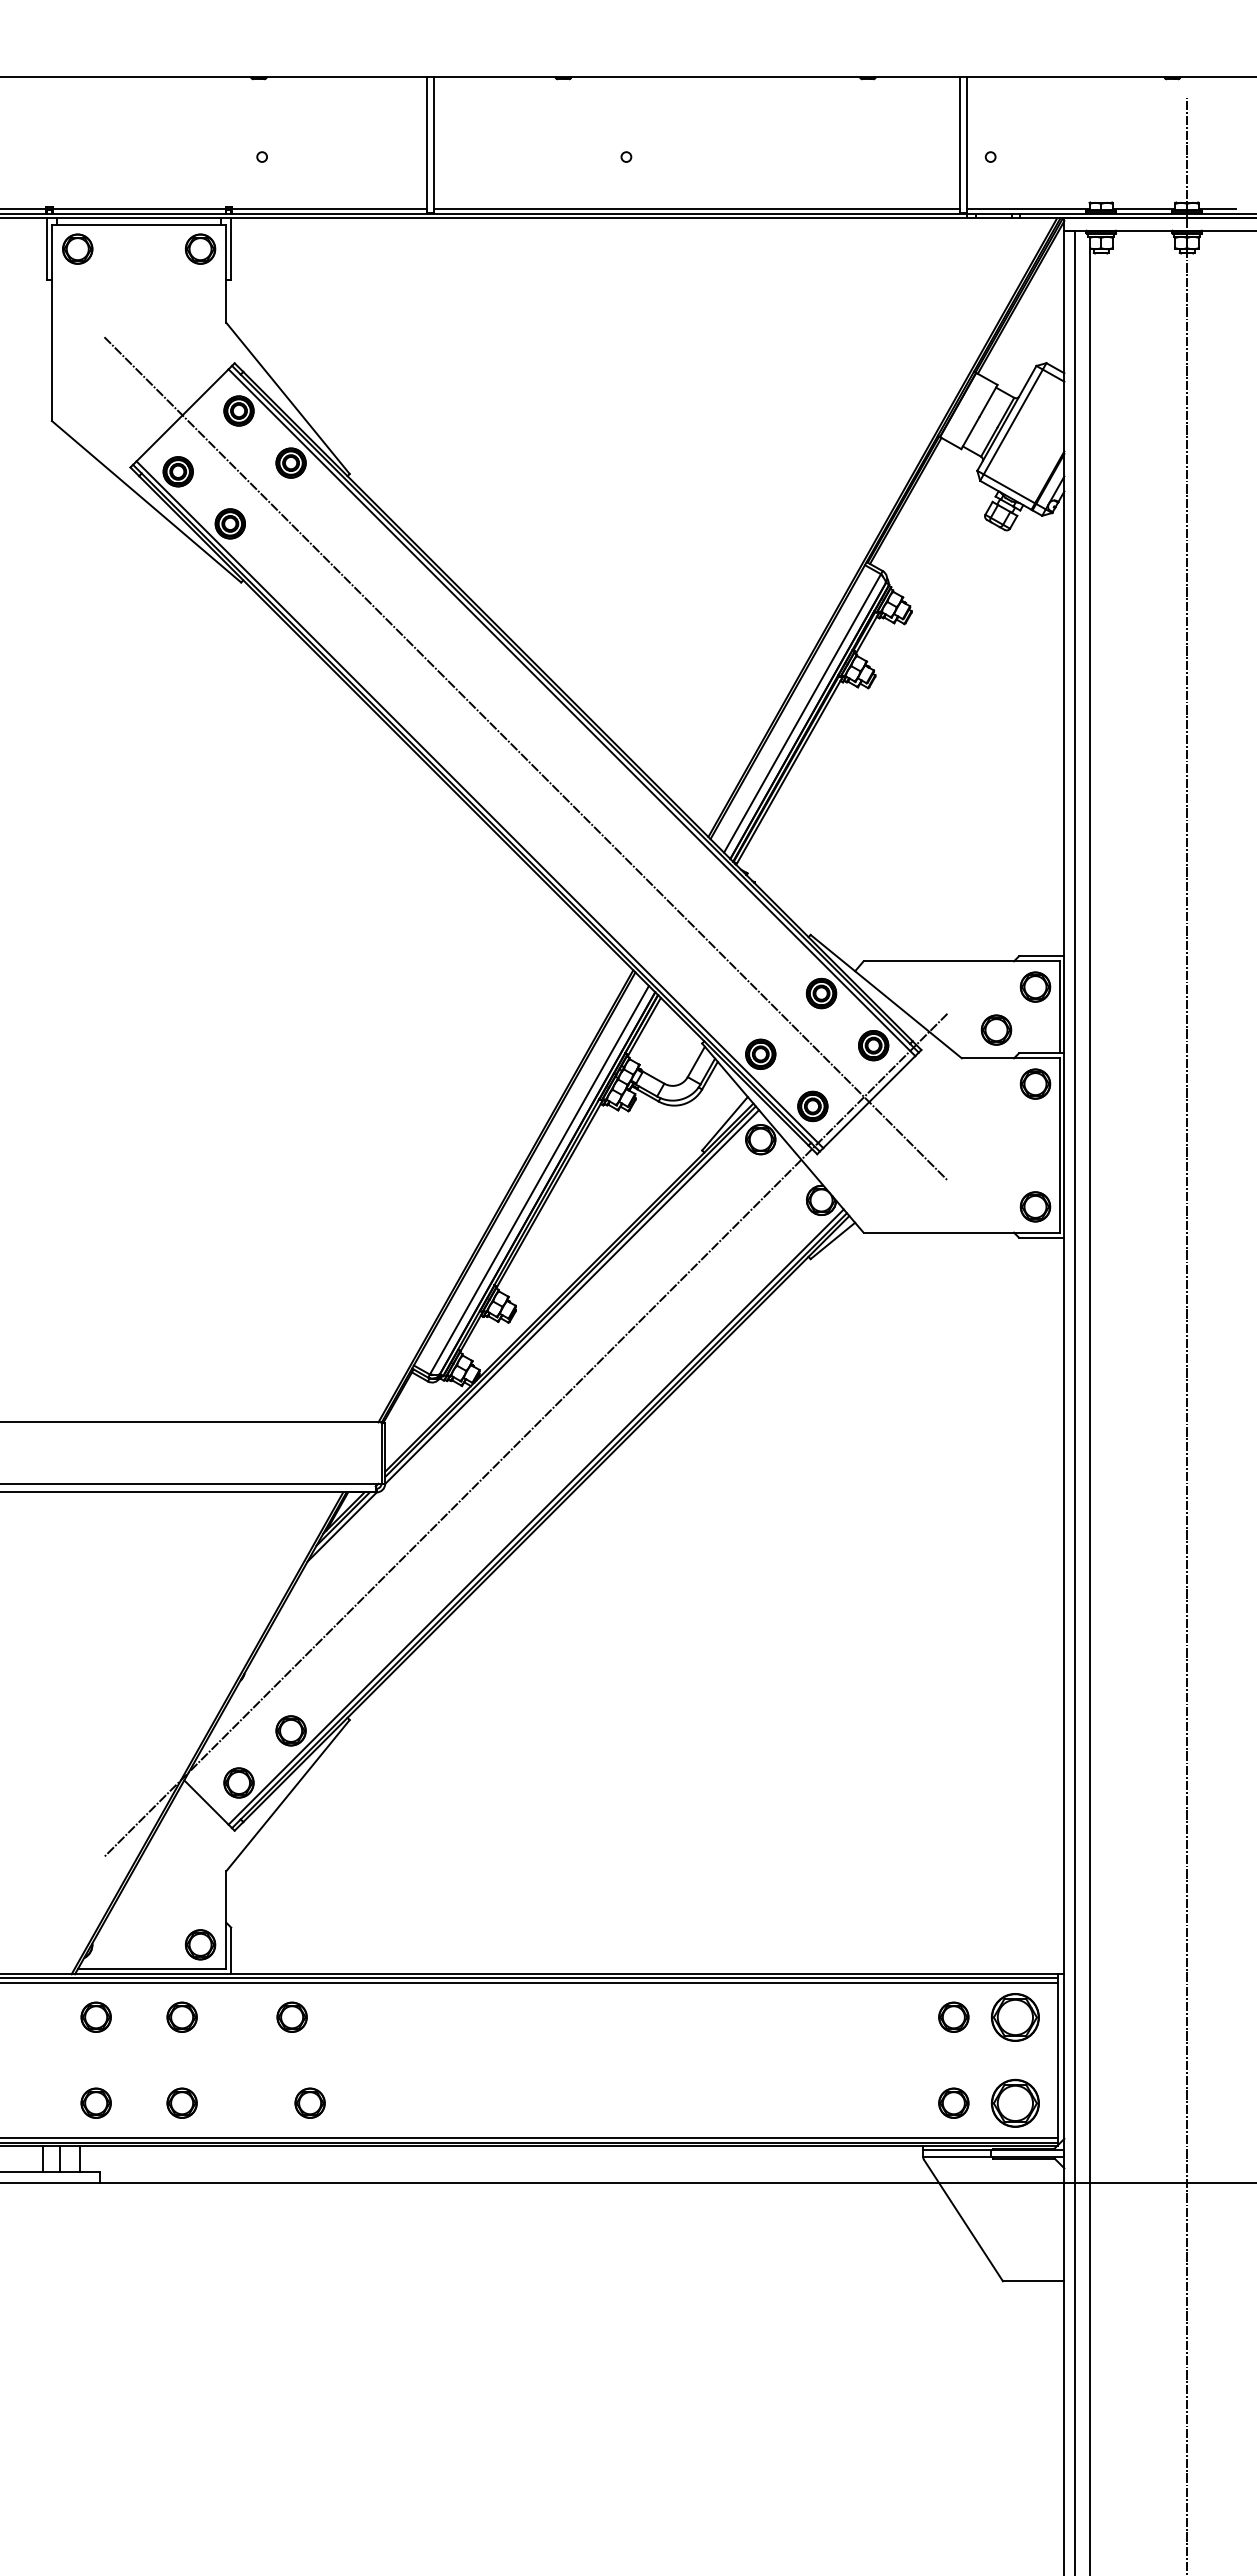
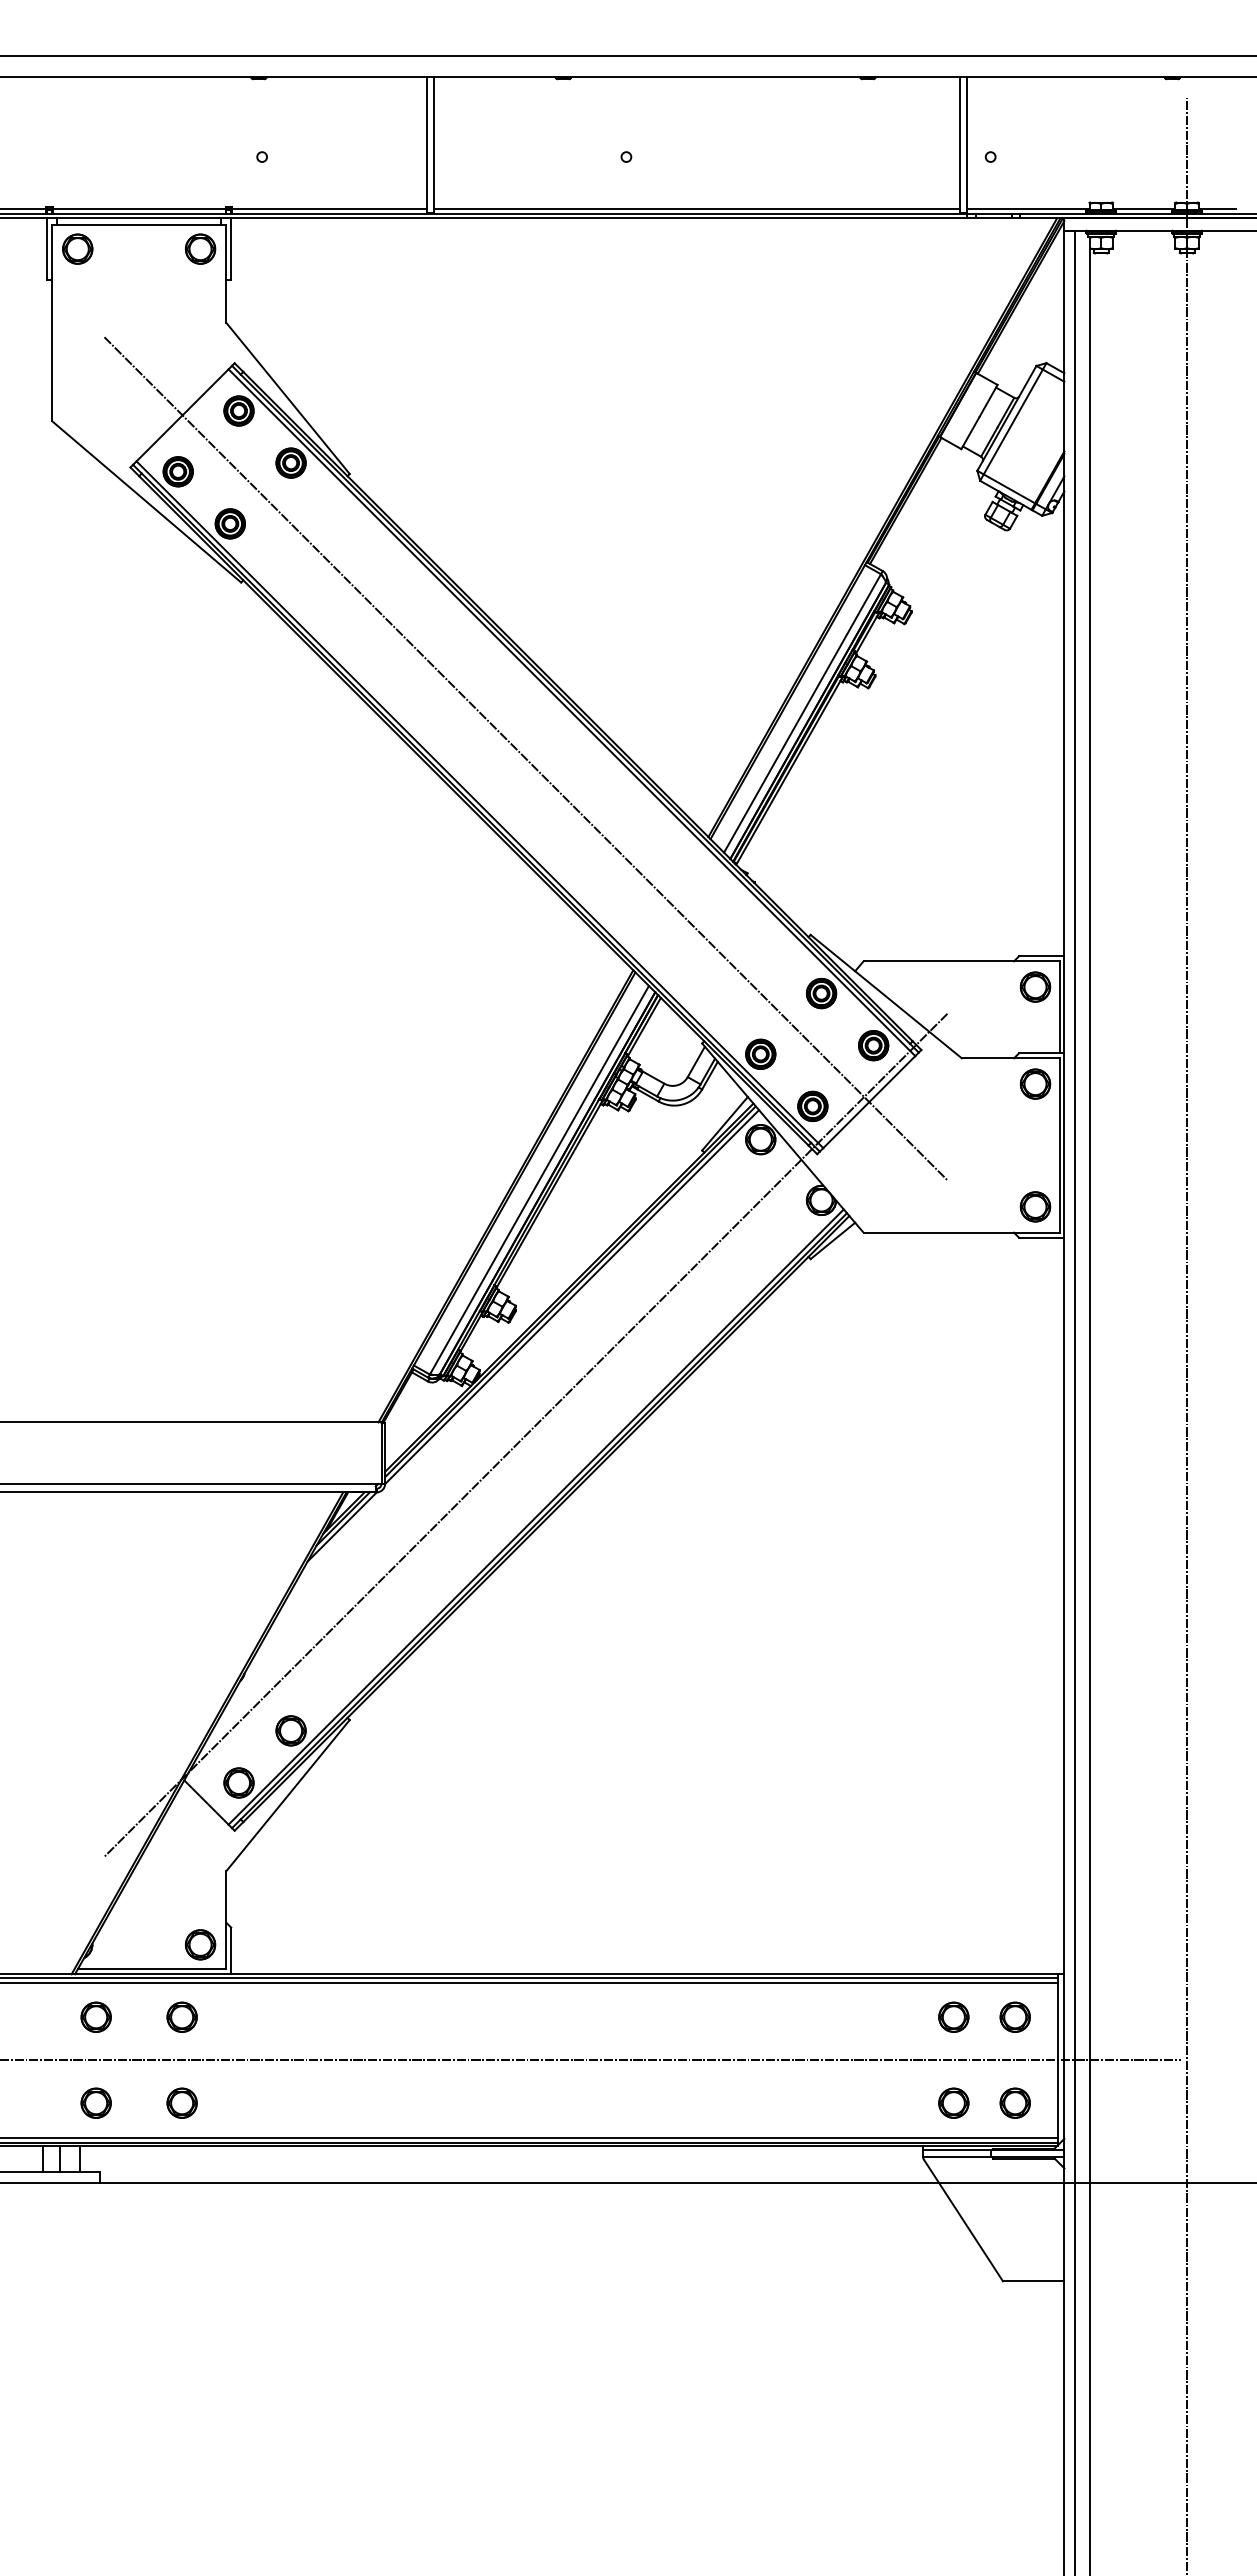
line at (627, 56): none -> present
part at (996, 1029): present -> none
part at (291, 2016): present -> none
part at (1015, 2017) size: 49x49 px -> 32x32 px
line at (591, 2060): none -> present
part at (309, 2102): present -> none
part at (1015, 2102) size: 49x50 px -> 32x32 px
